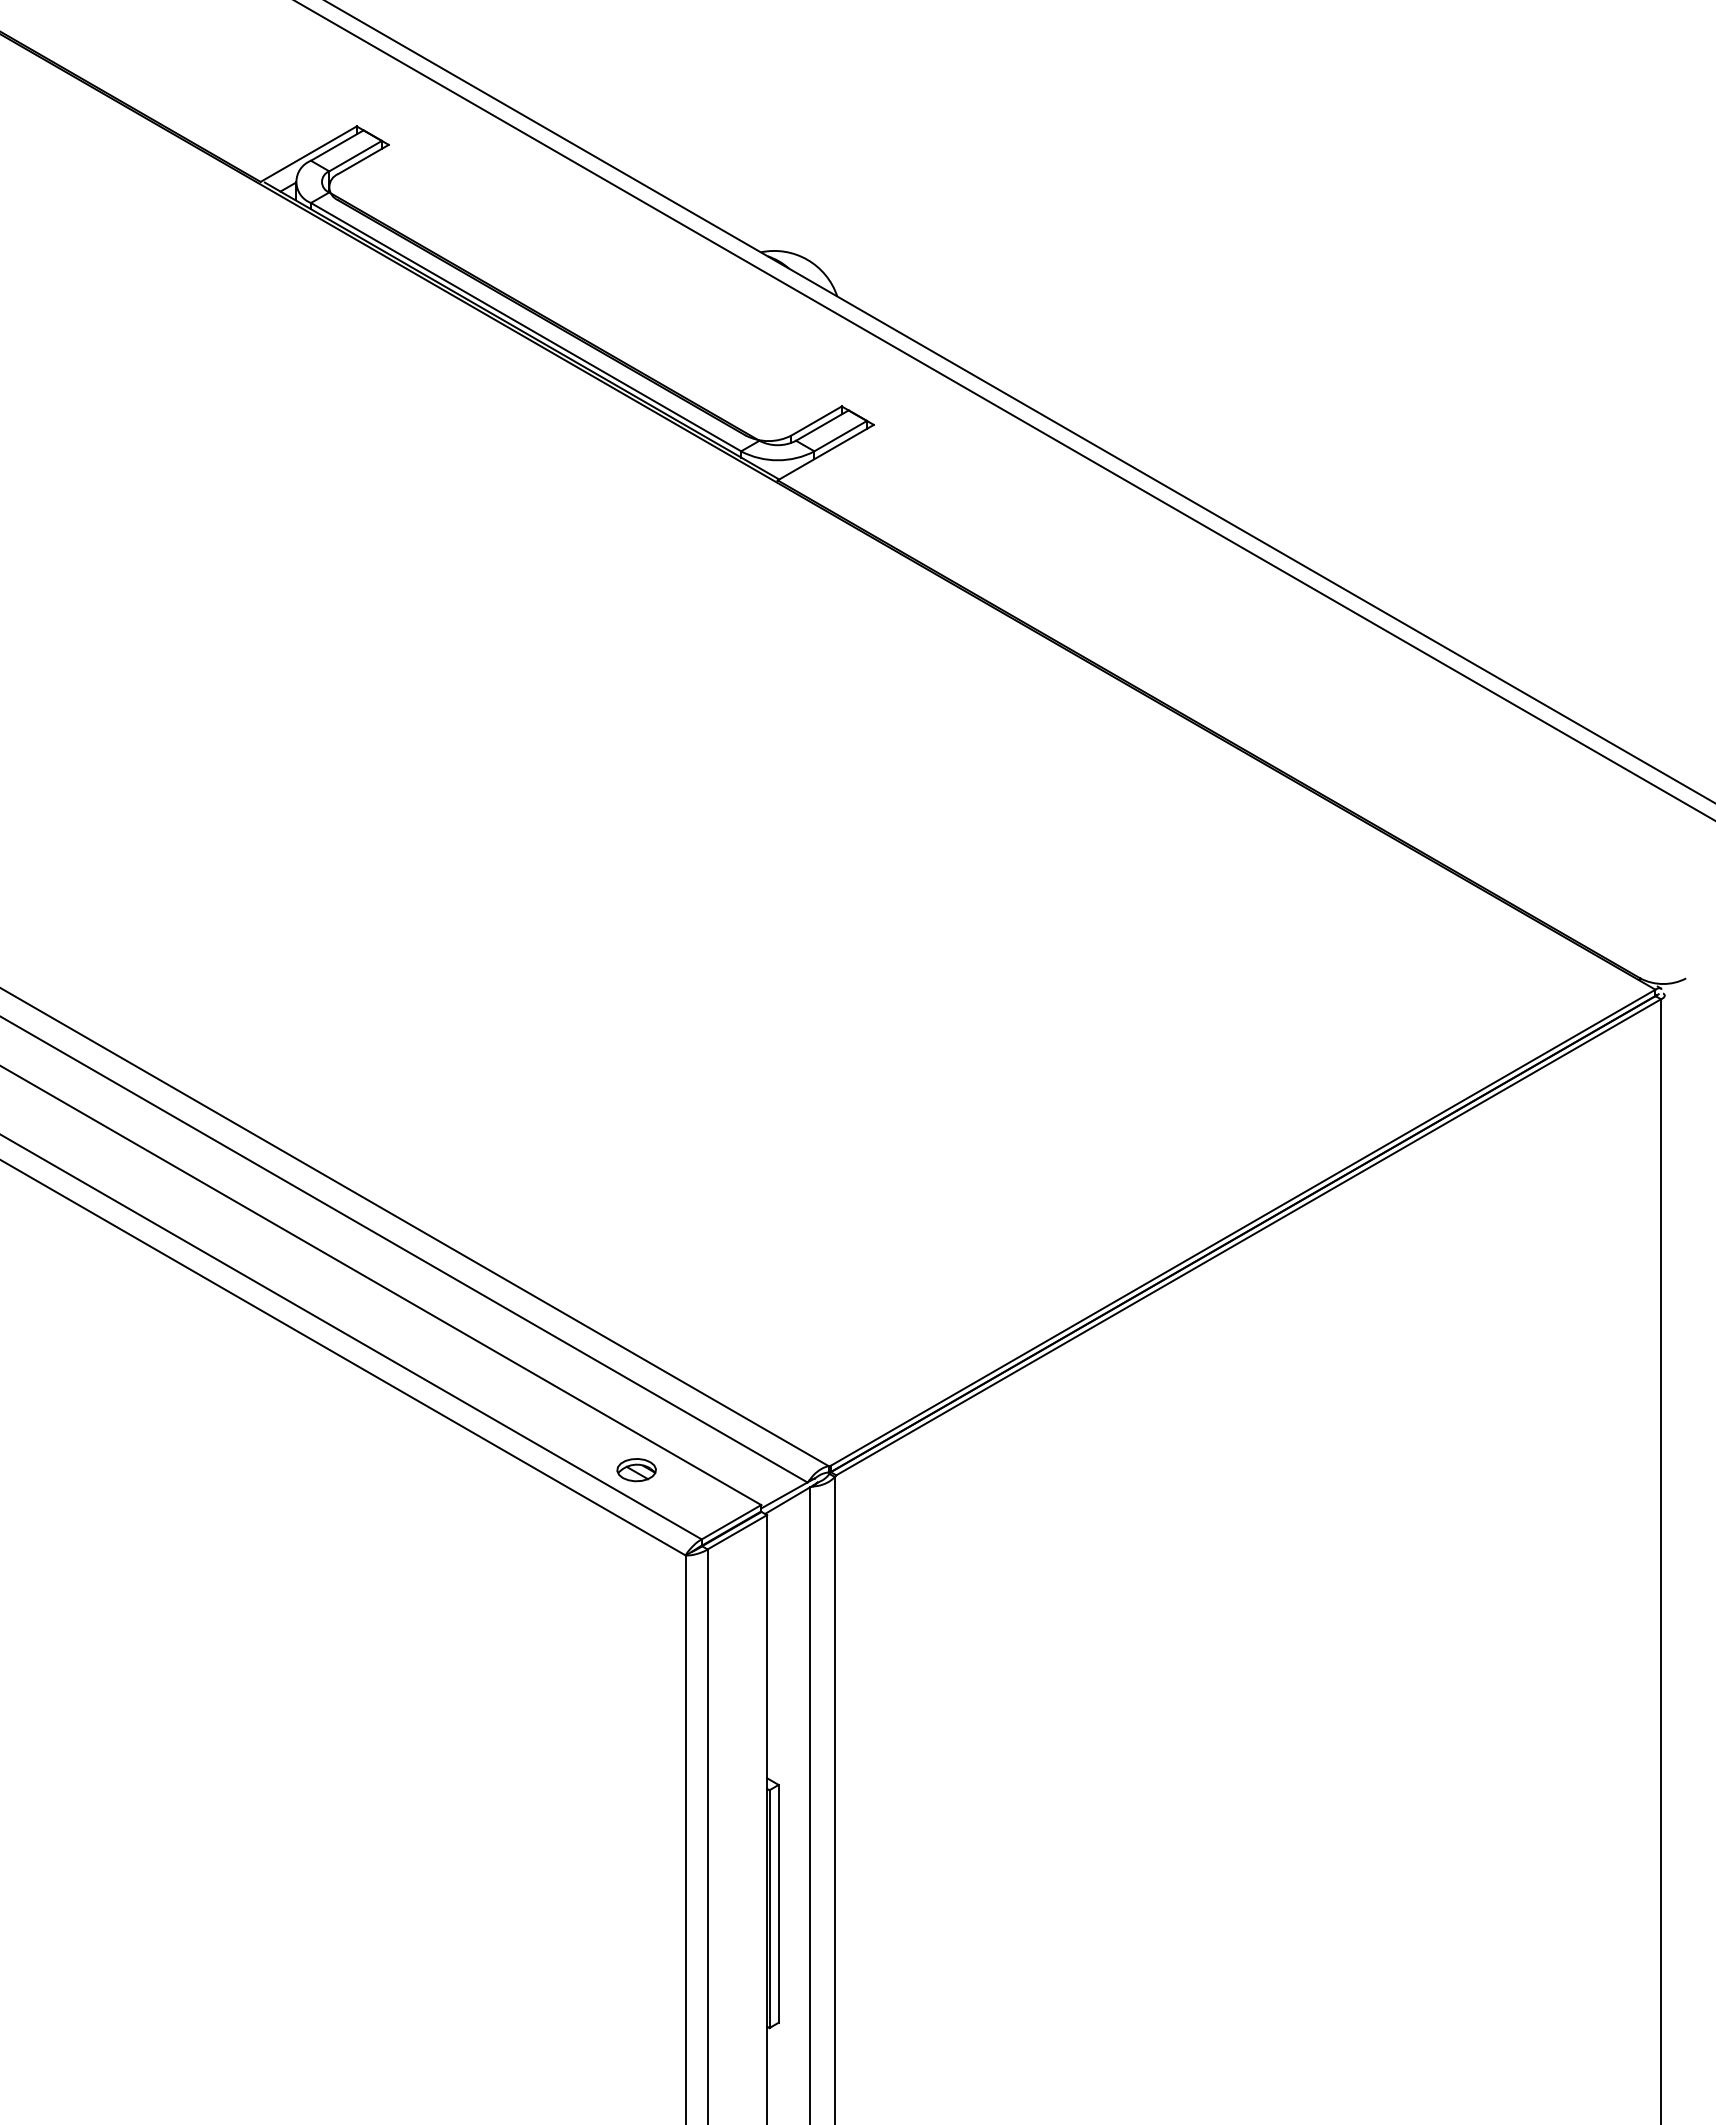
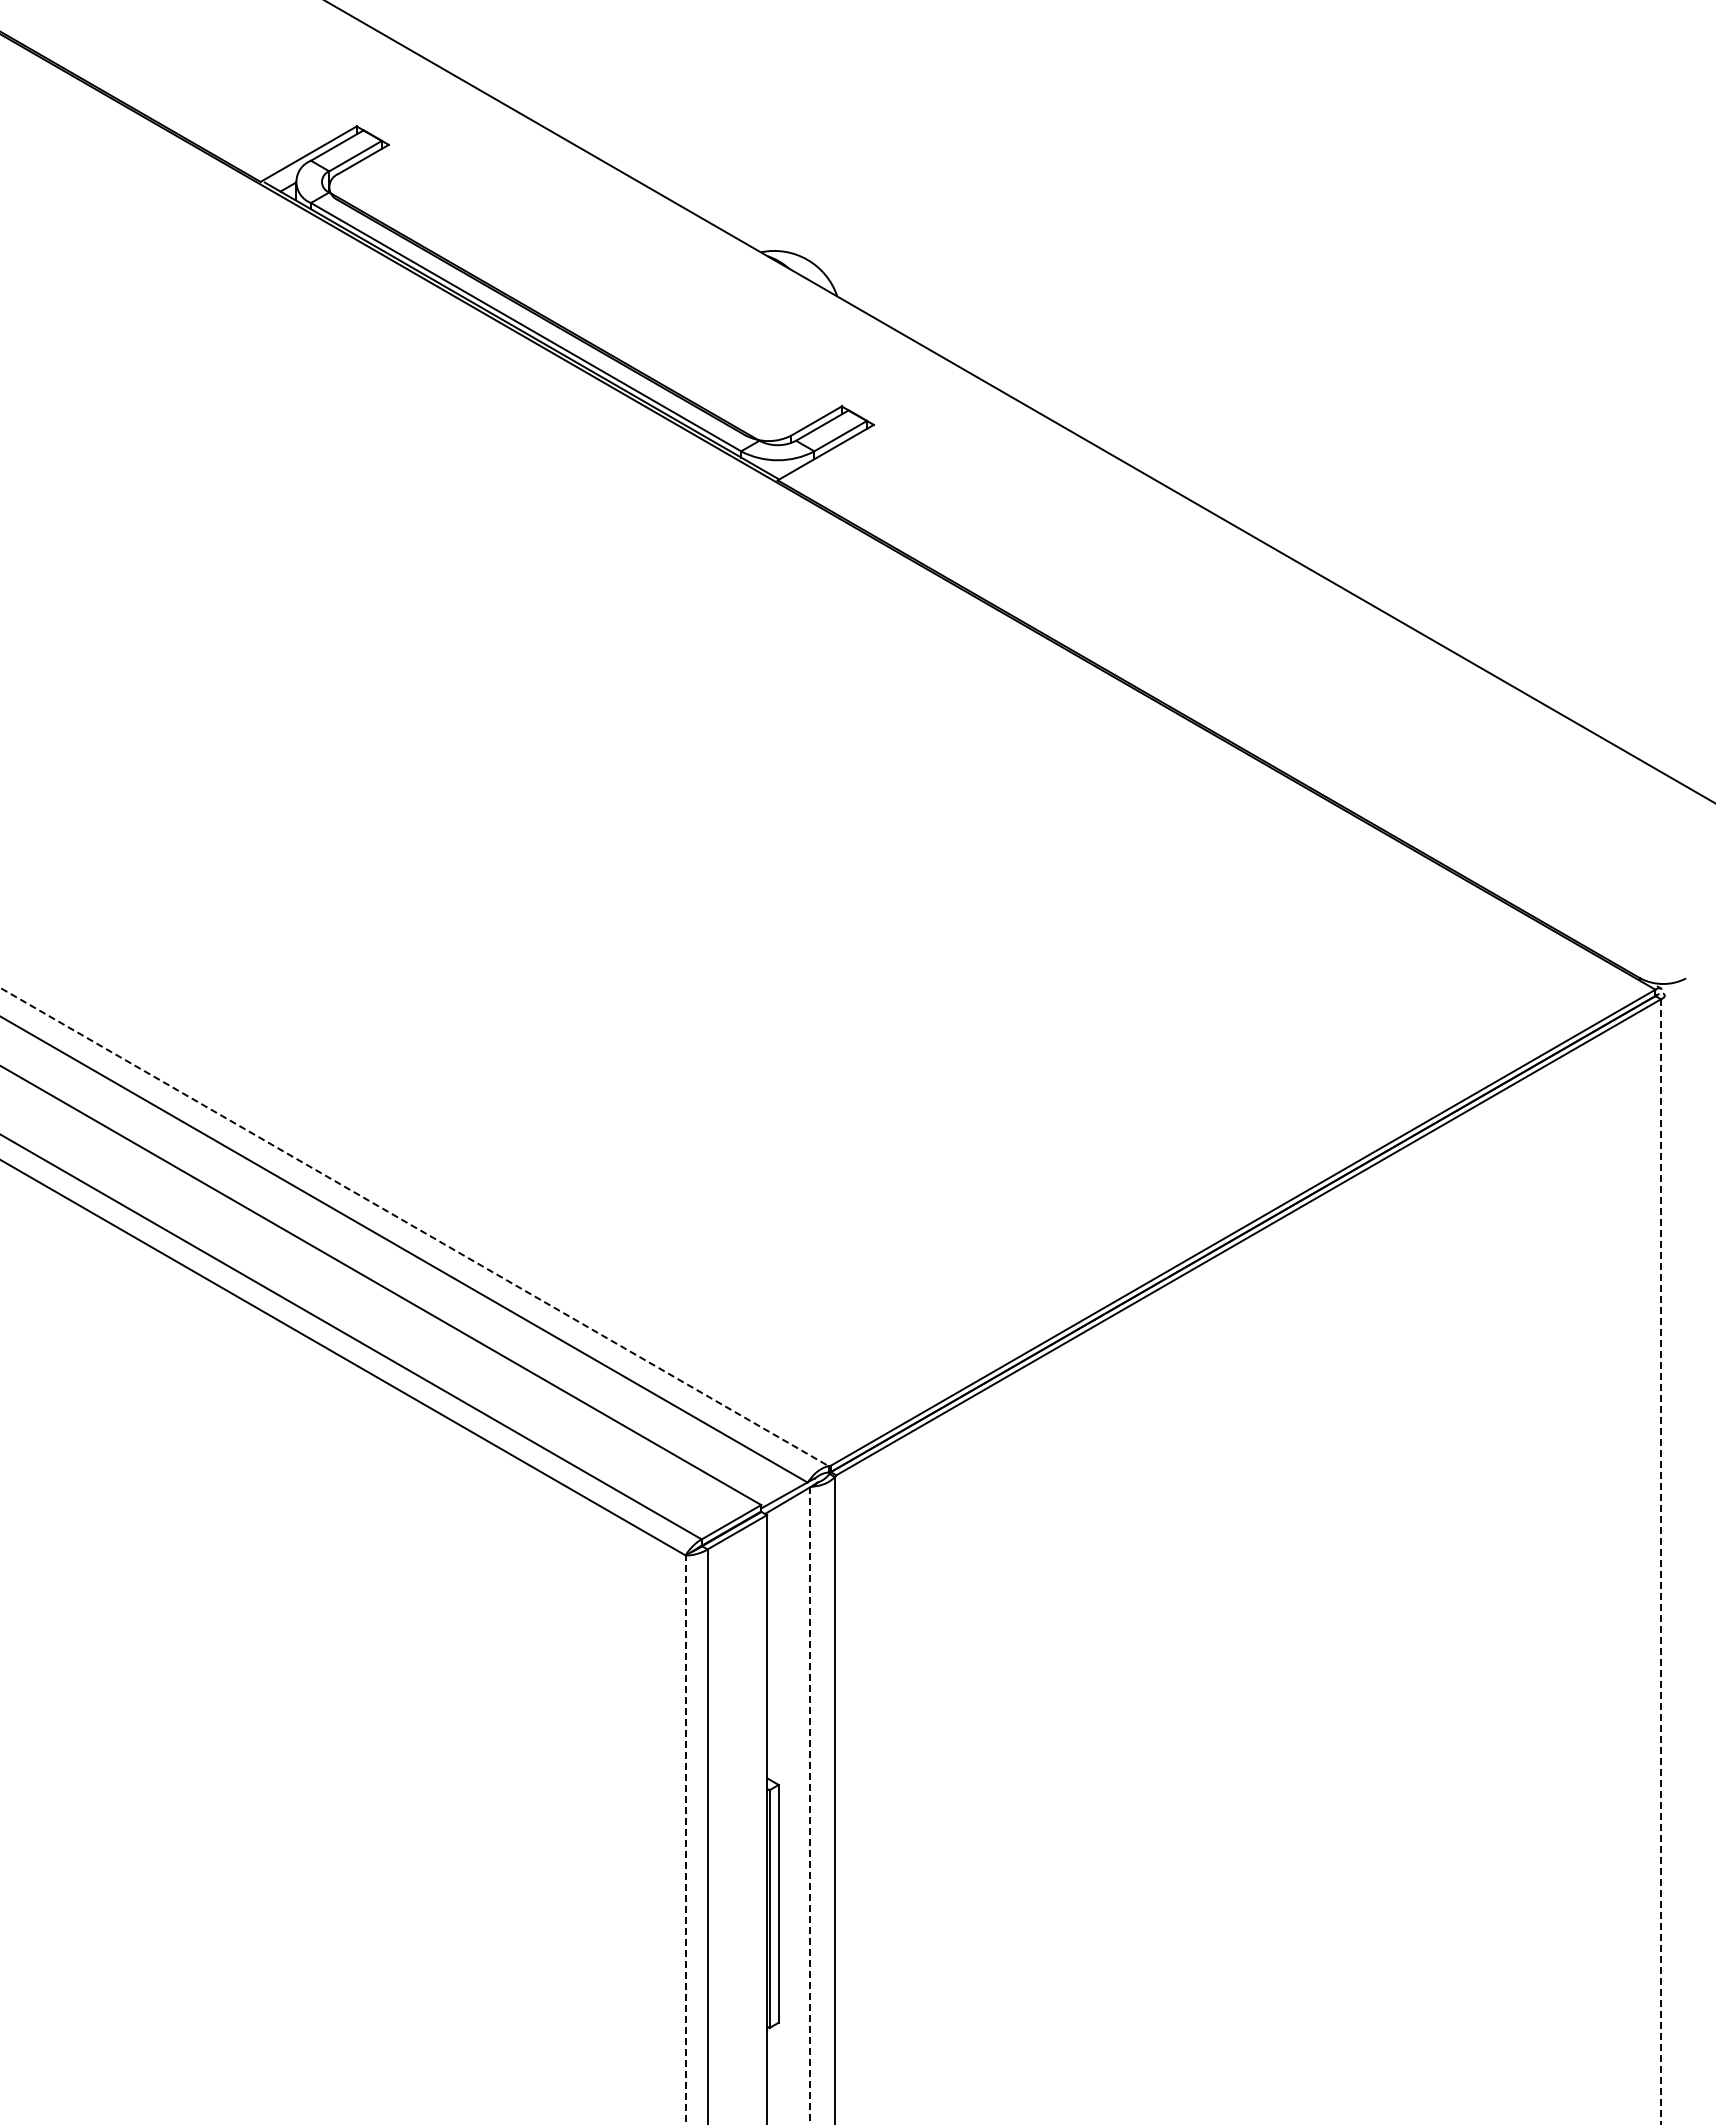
line at (1004, 410): present -> none
line at (414, 1227): solid -> dashed
part at (636, 1470): present -> none
line at (1661, 1562): solid -> dashed
line at (810, 1806): solid -> dashed
line at (685, 1839): solid -> dashed
